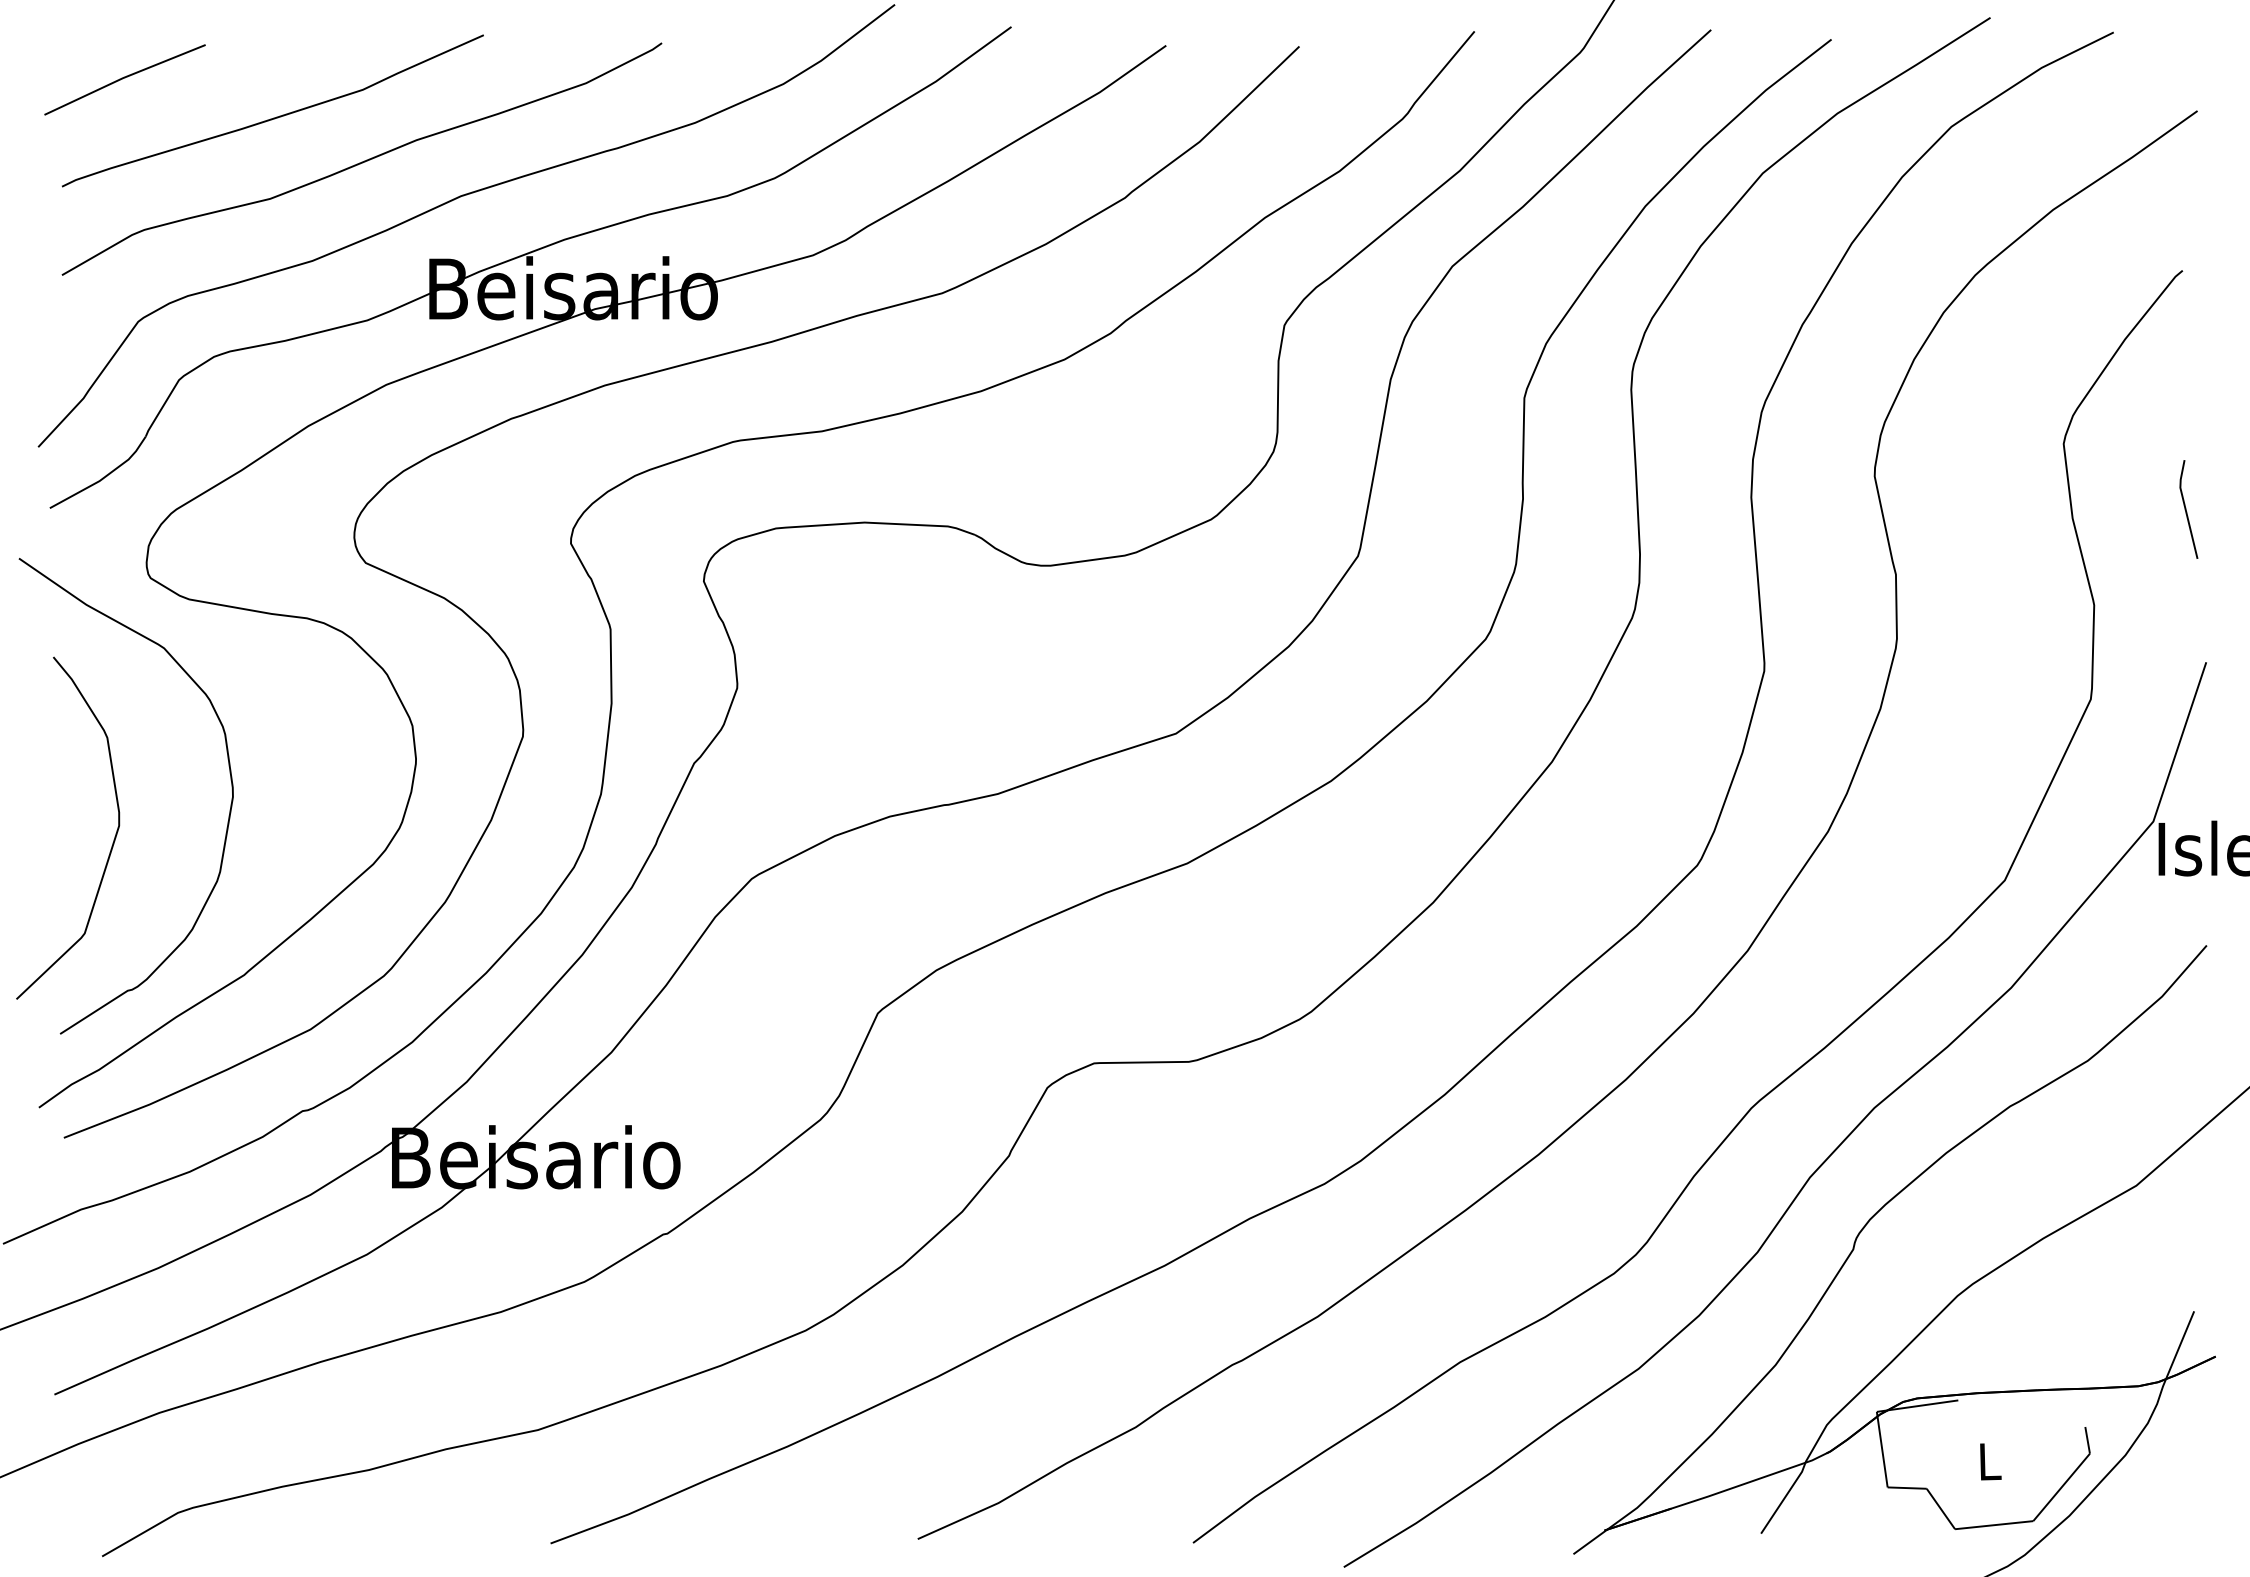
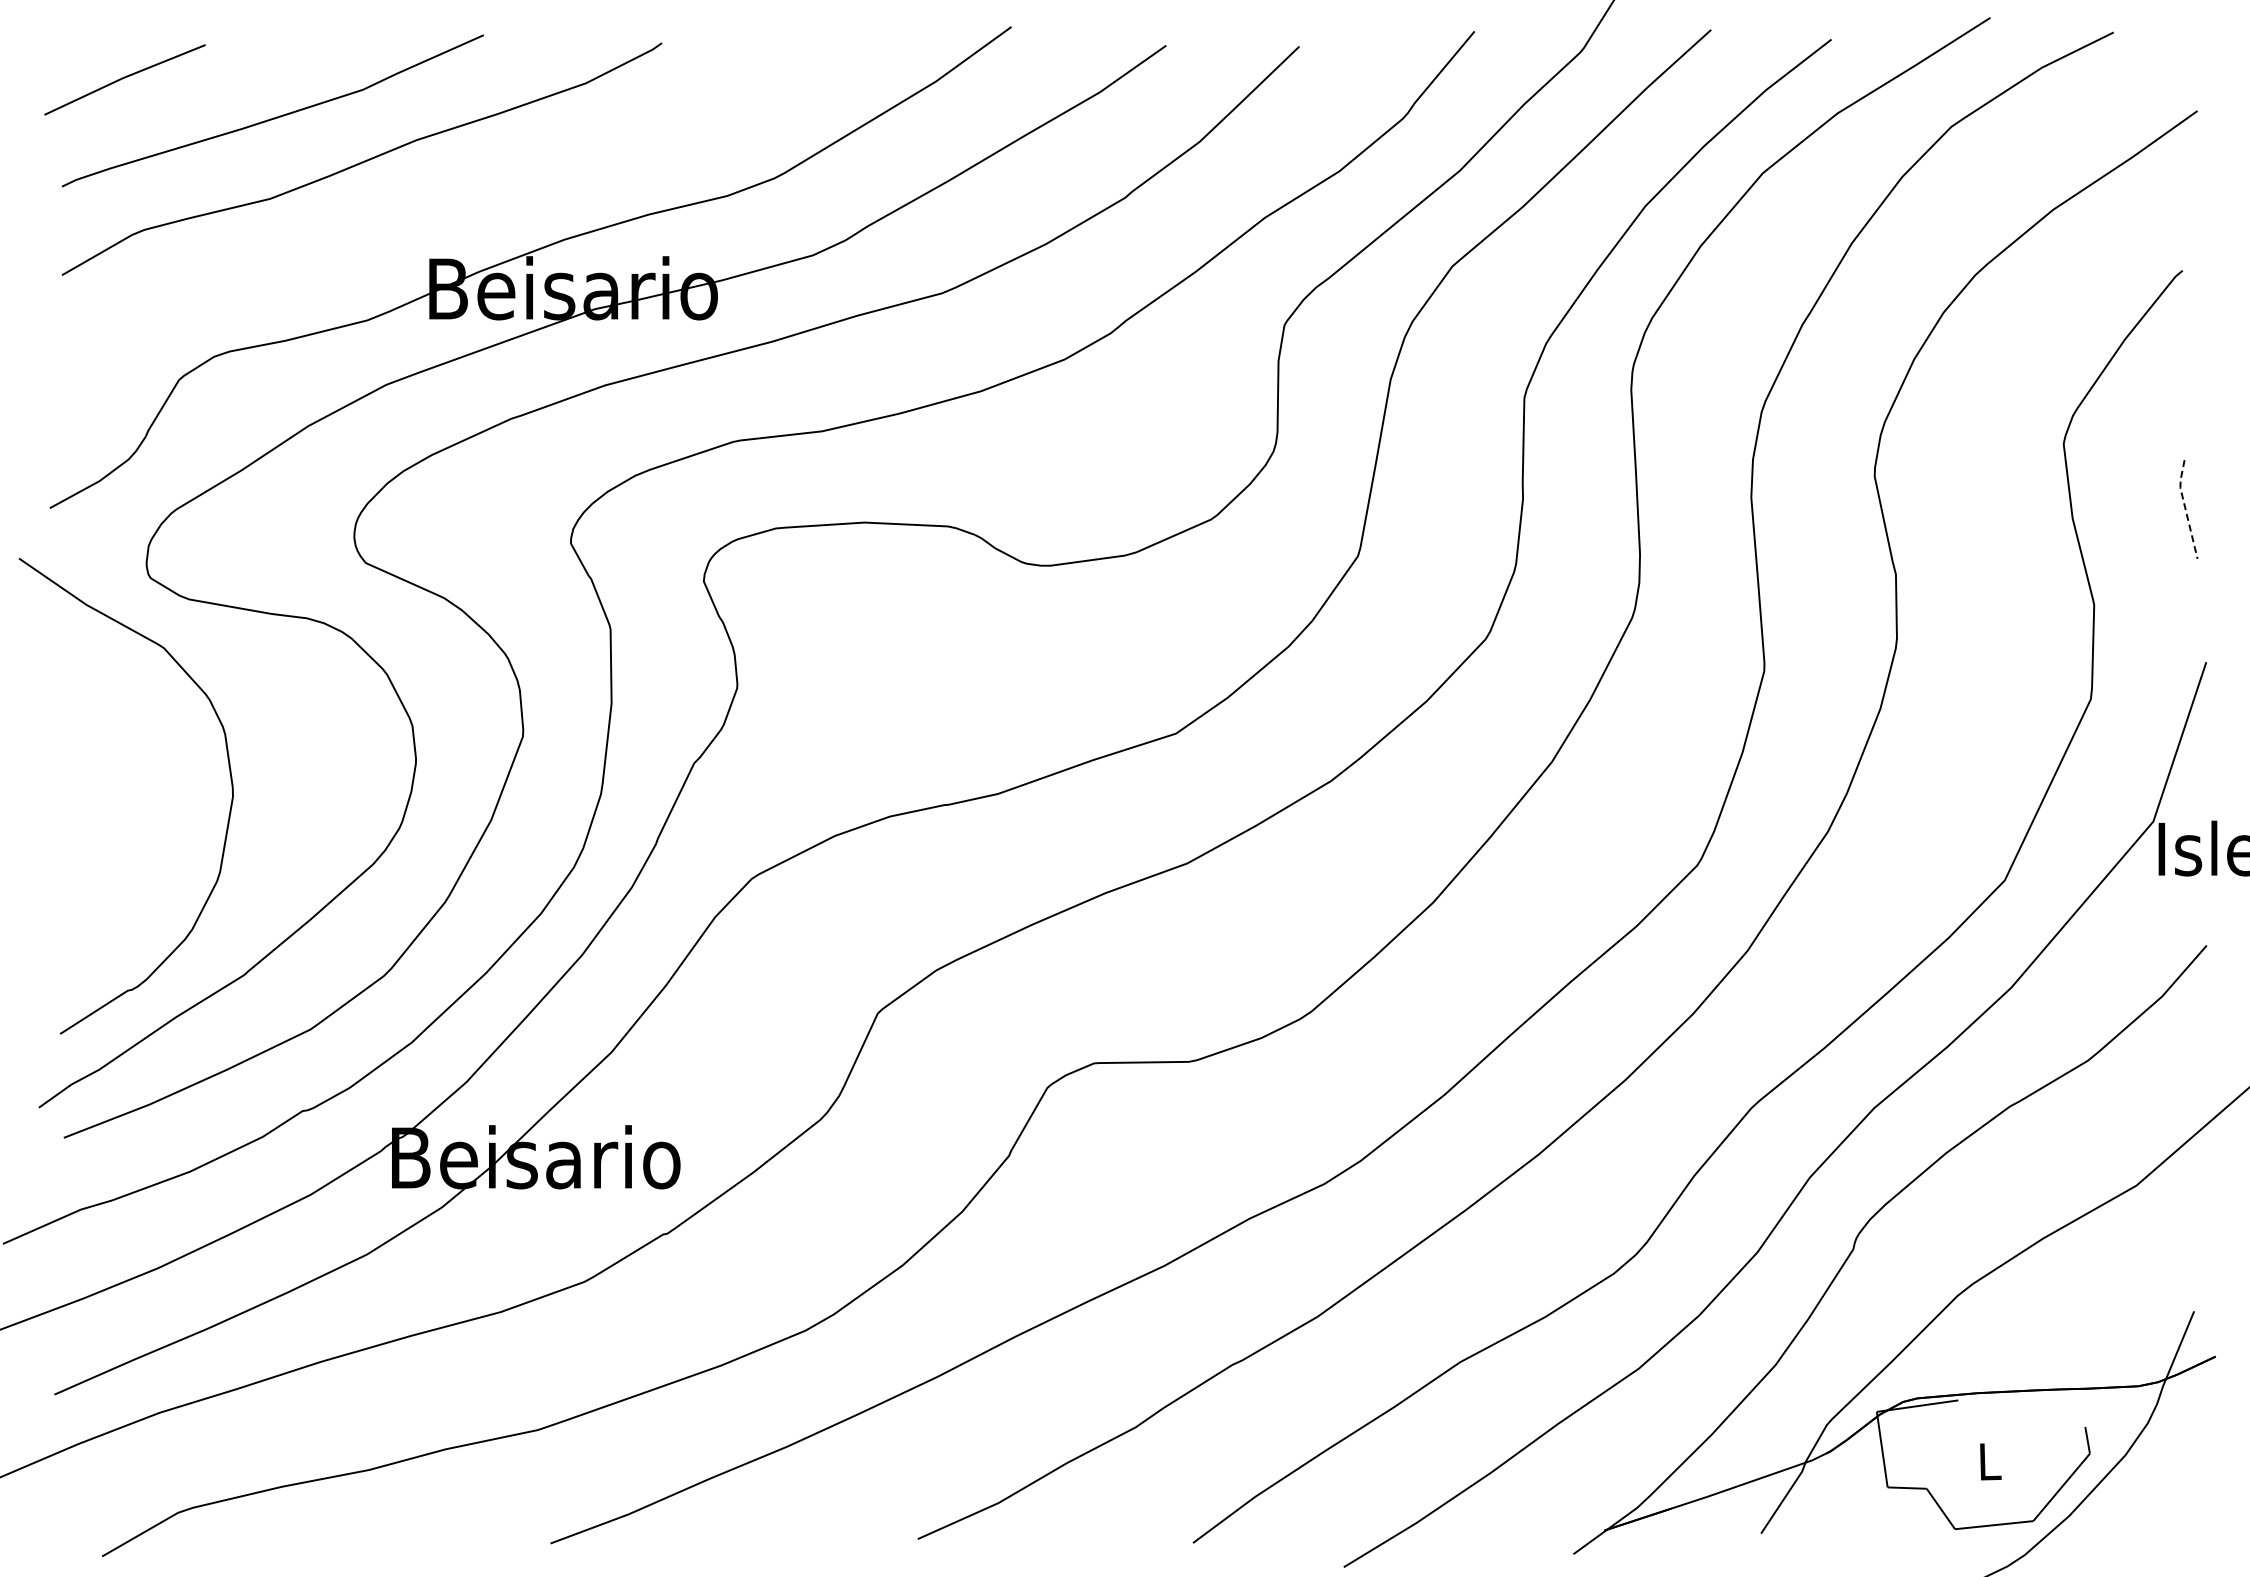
curve at (454, 200): present -> none
line at (2185, 508): solid -> dashed
curve at (112, 842): present -> none
